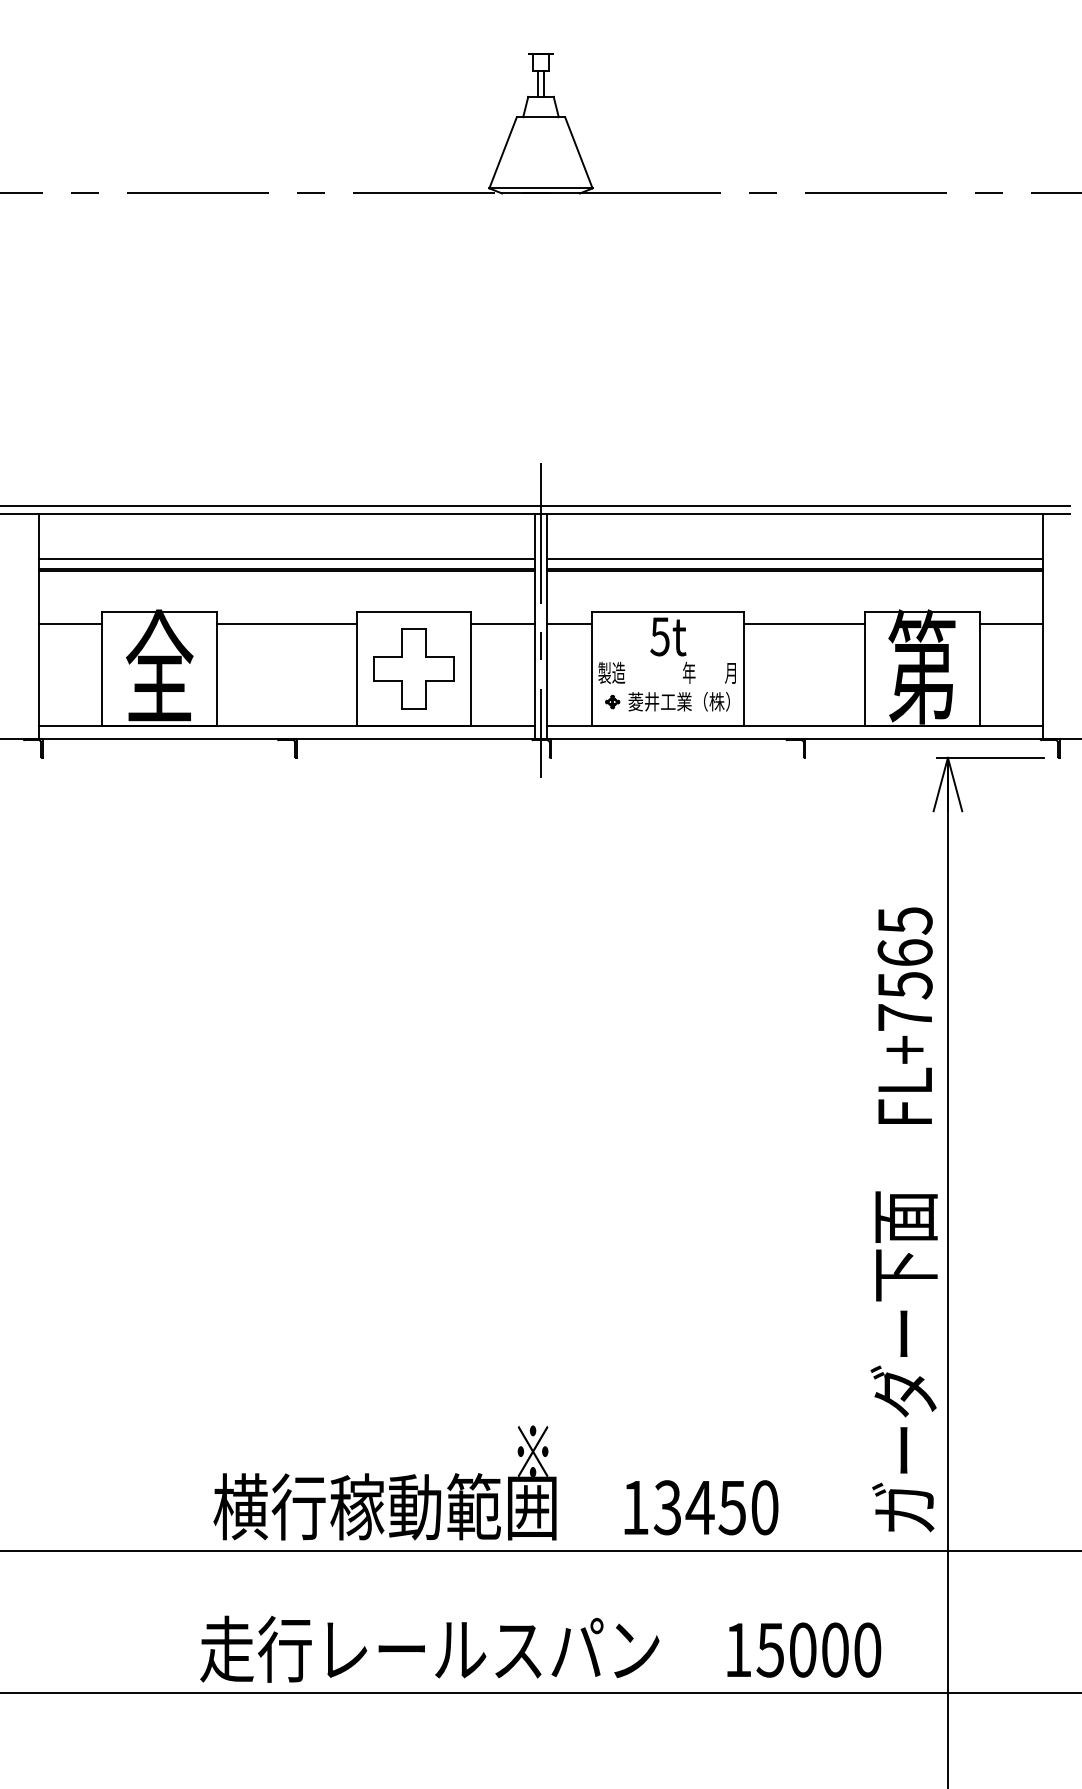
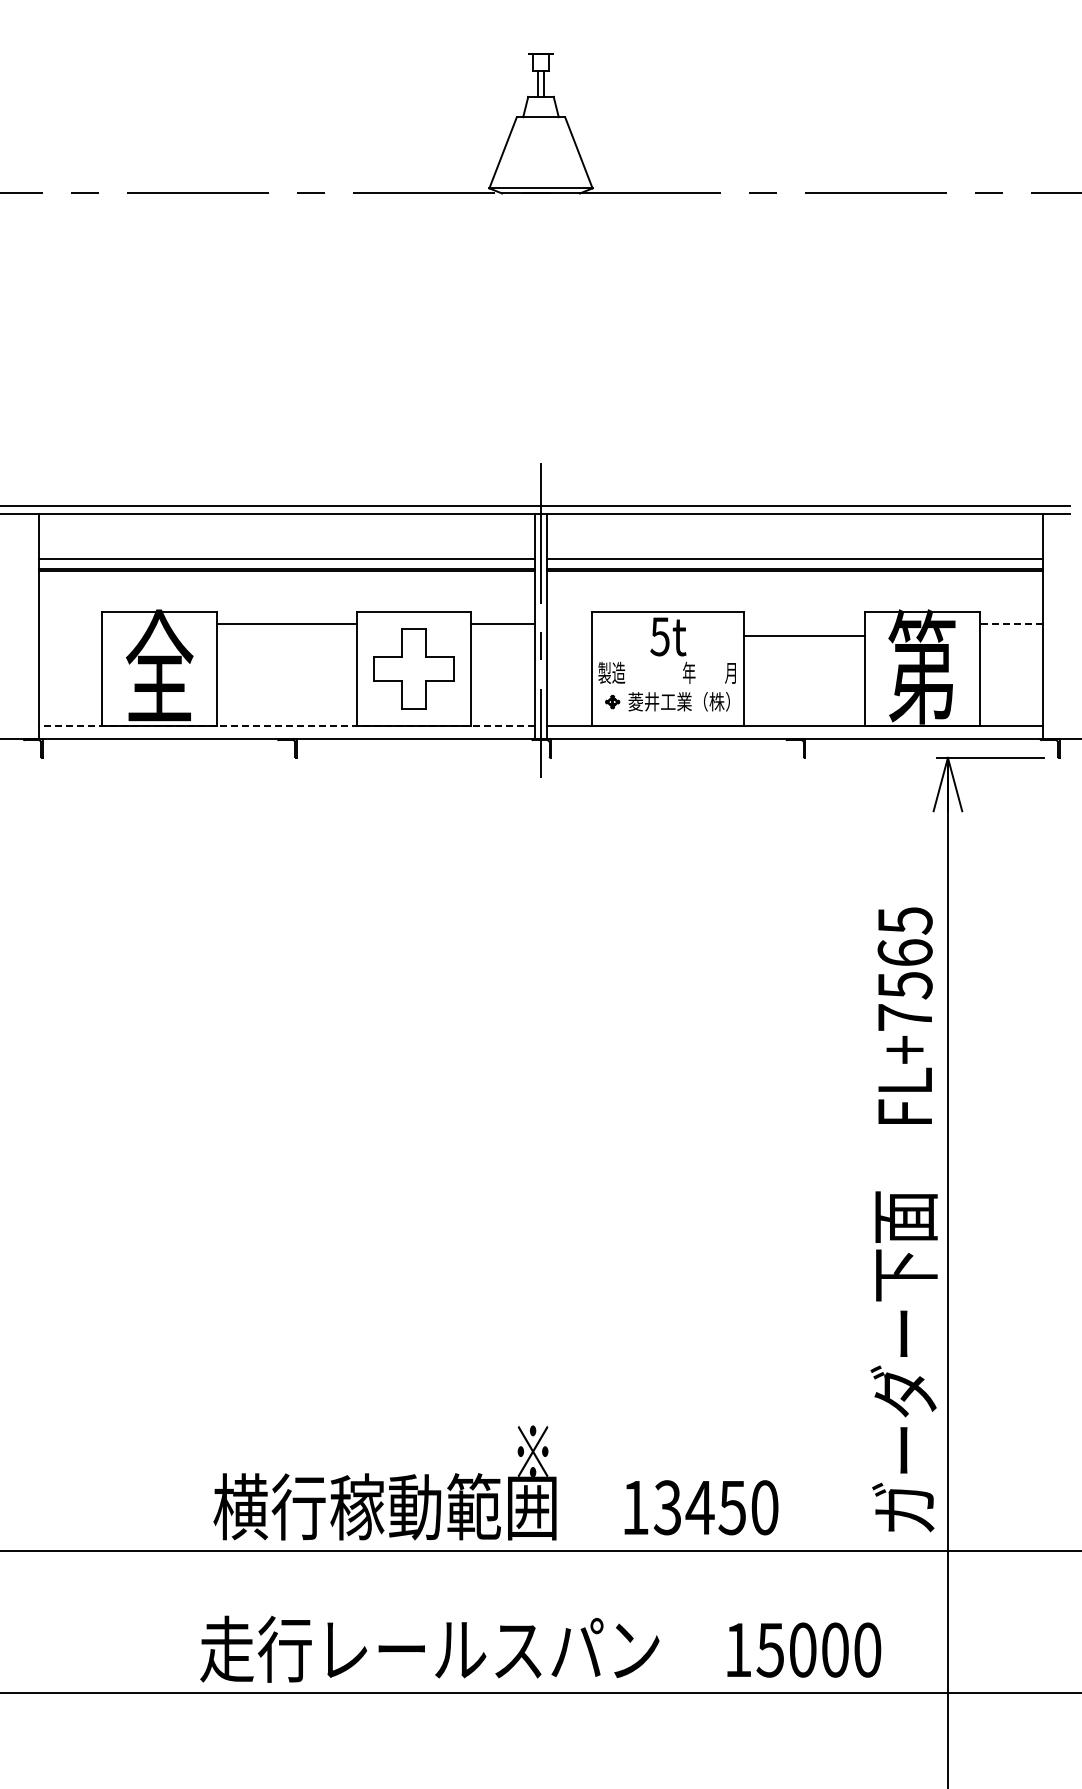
line at (70, 624): present -> none
line at (569, 624): present -> none
line at (804, 624) position: (804, 624) -> (804, 636)
line at (1011, 624): solid -> dashed
line at (286, 726): solid -> dashed
